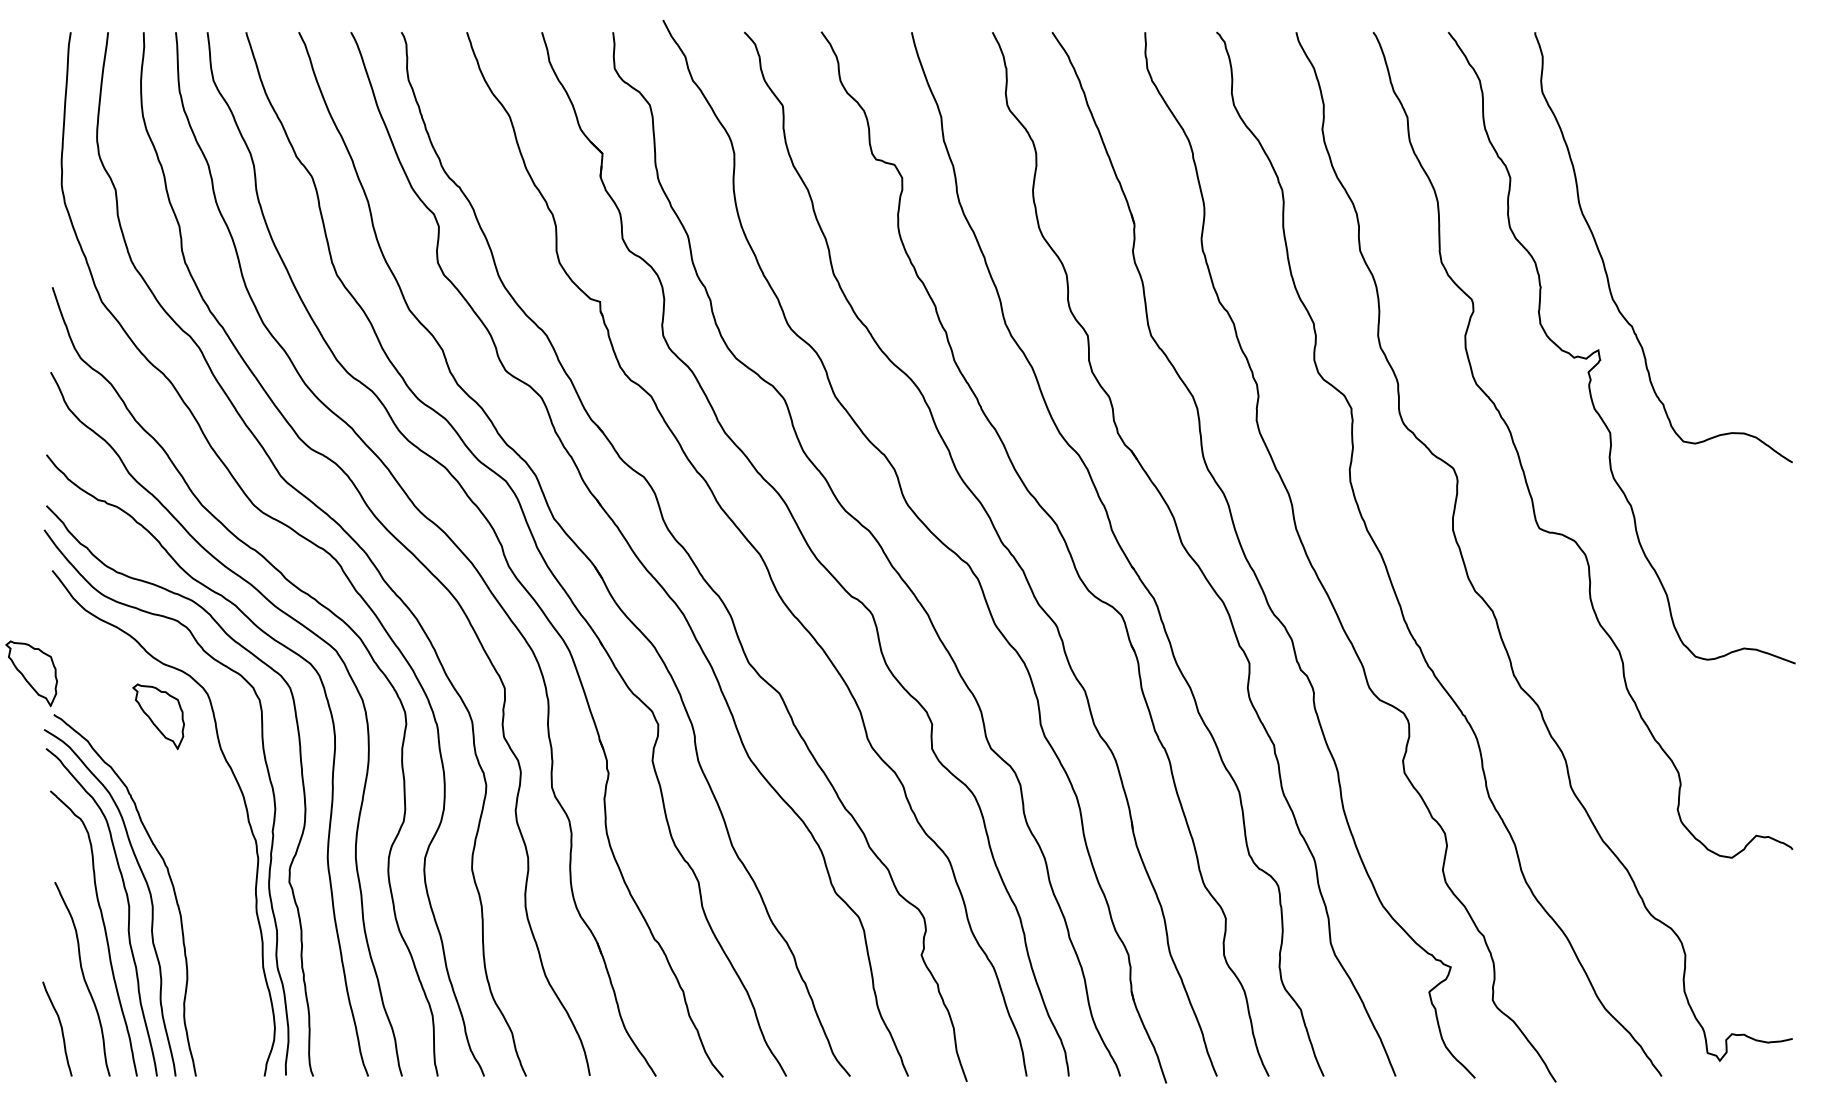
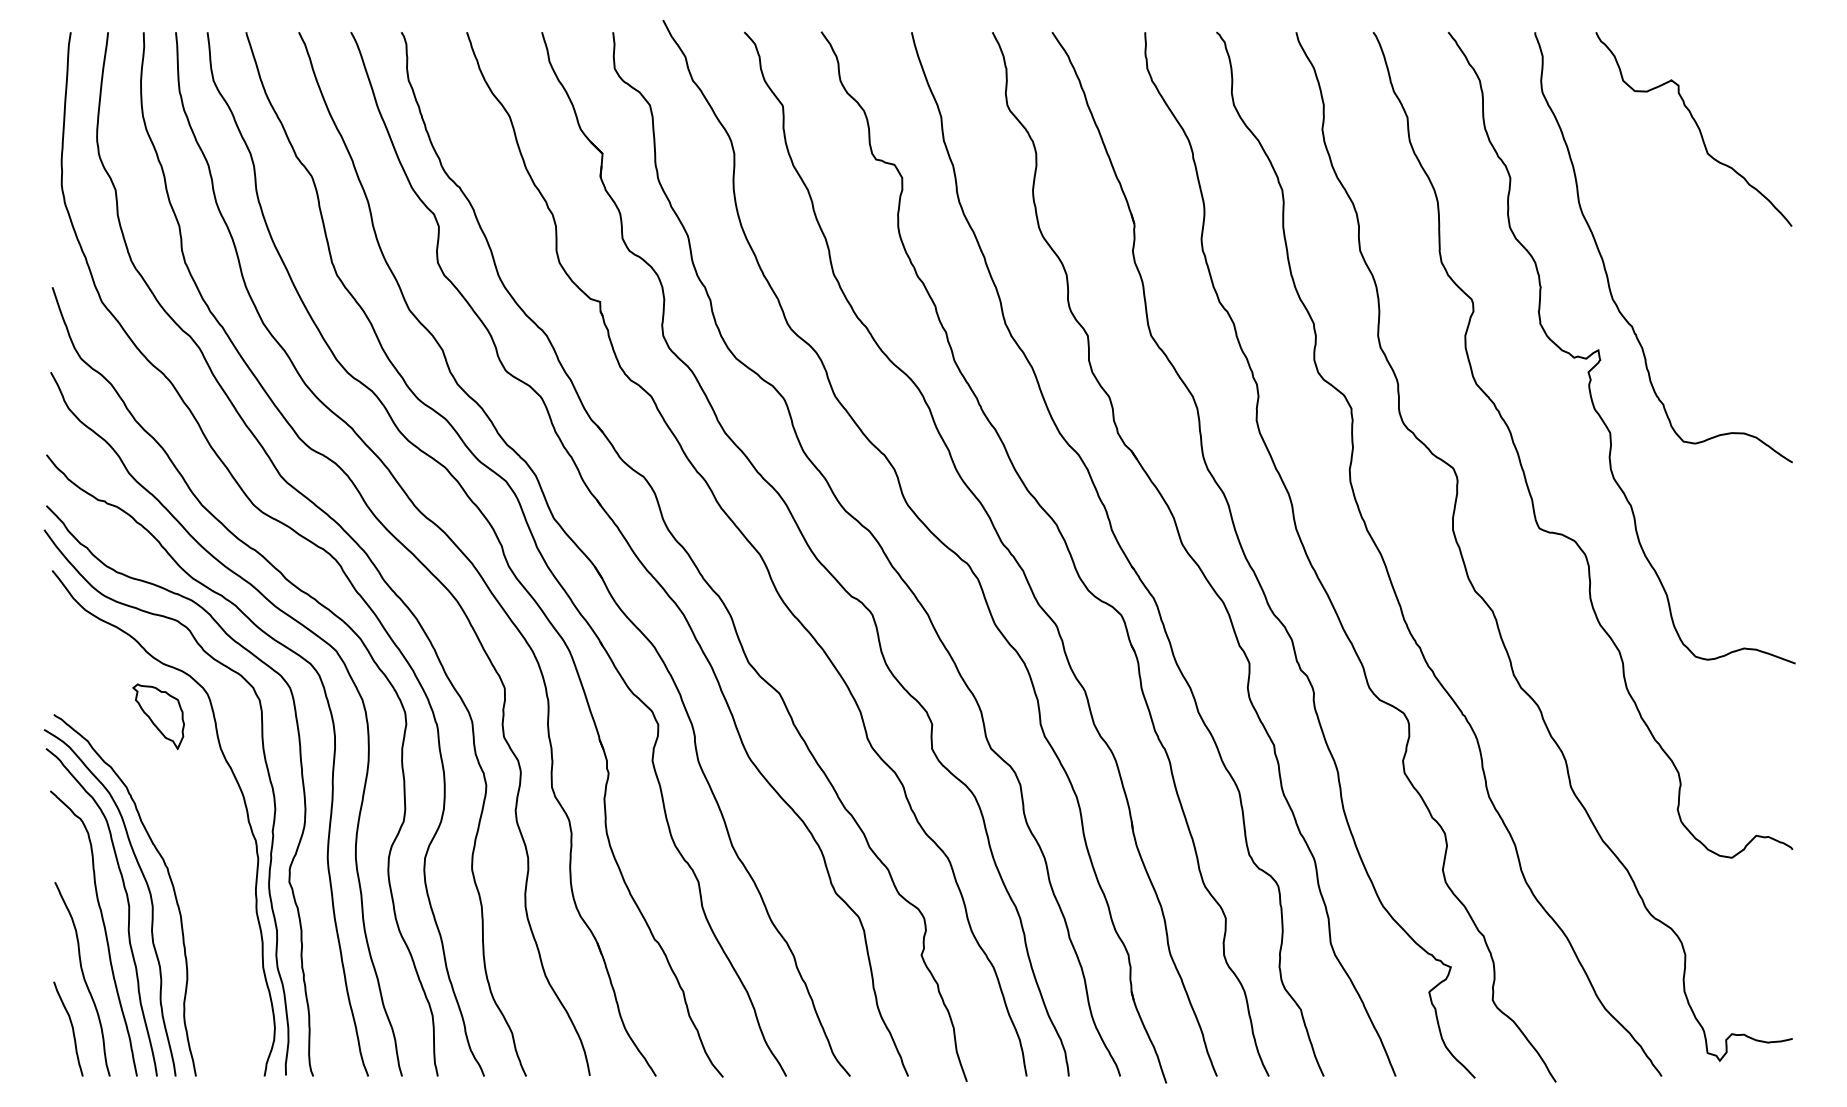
curve at (1696, 126): none -> present
part at (31, 673): present -> none
curve at (60, 1027) position: (60, 1027) -> (71, 1027)
